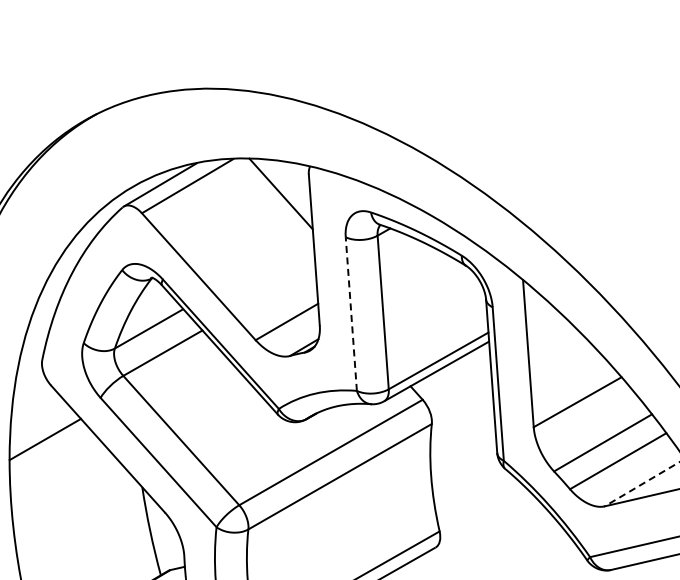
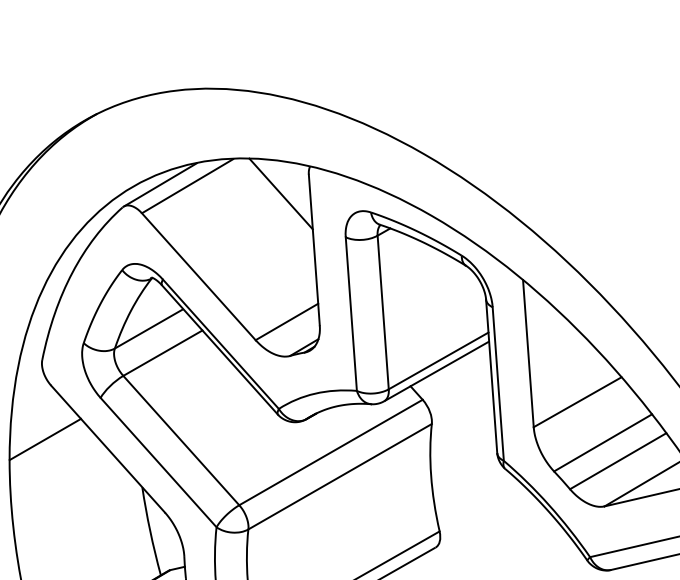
line at (351, 313): dashed -> solid
line at (642, 484): dashed -> solid
